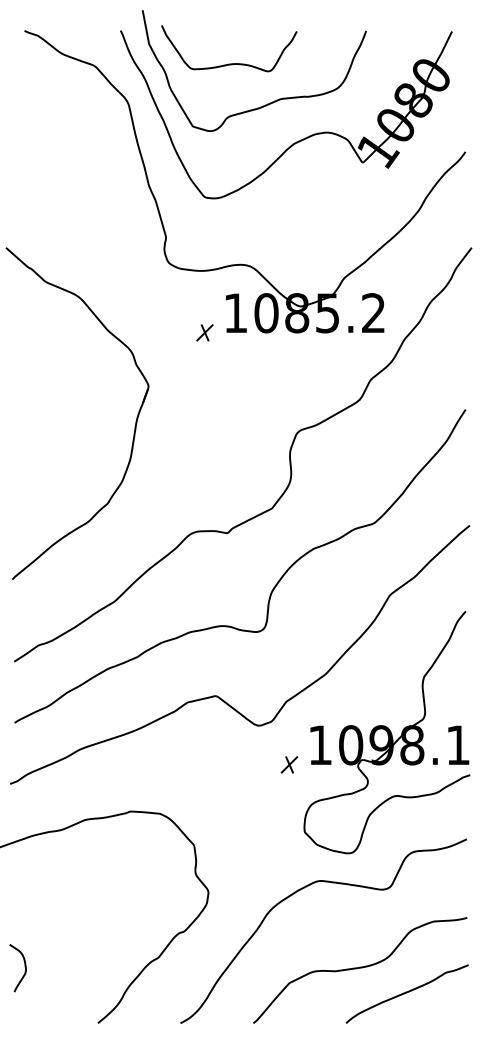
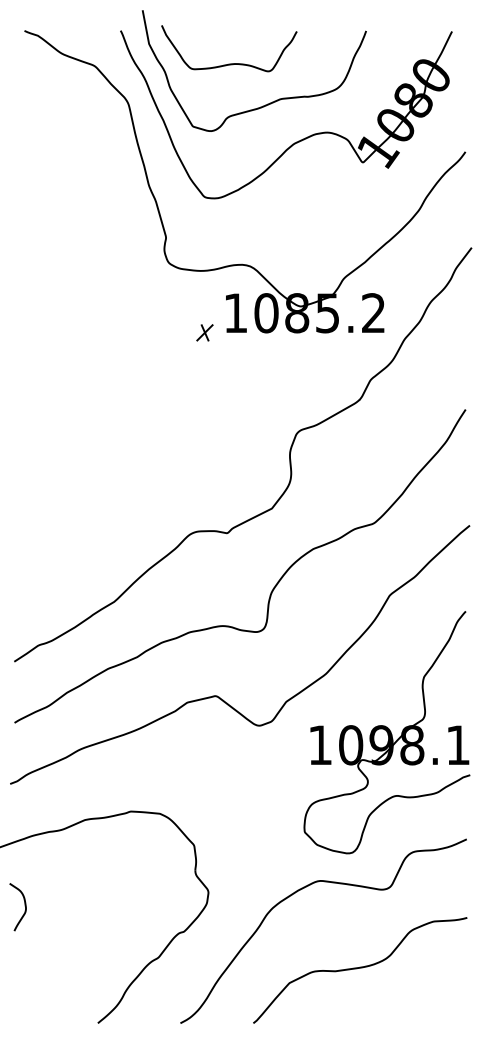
part at (134, 426): present -> none
part at (289, 764): present -> none
curve at (24, 967) position: (24, 967) -> (24, 906)
curve at (406, 993): present -> none
